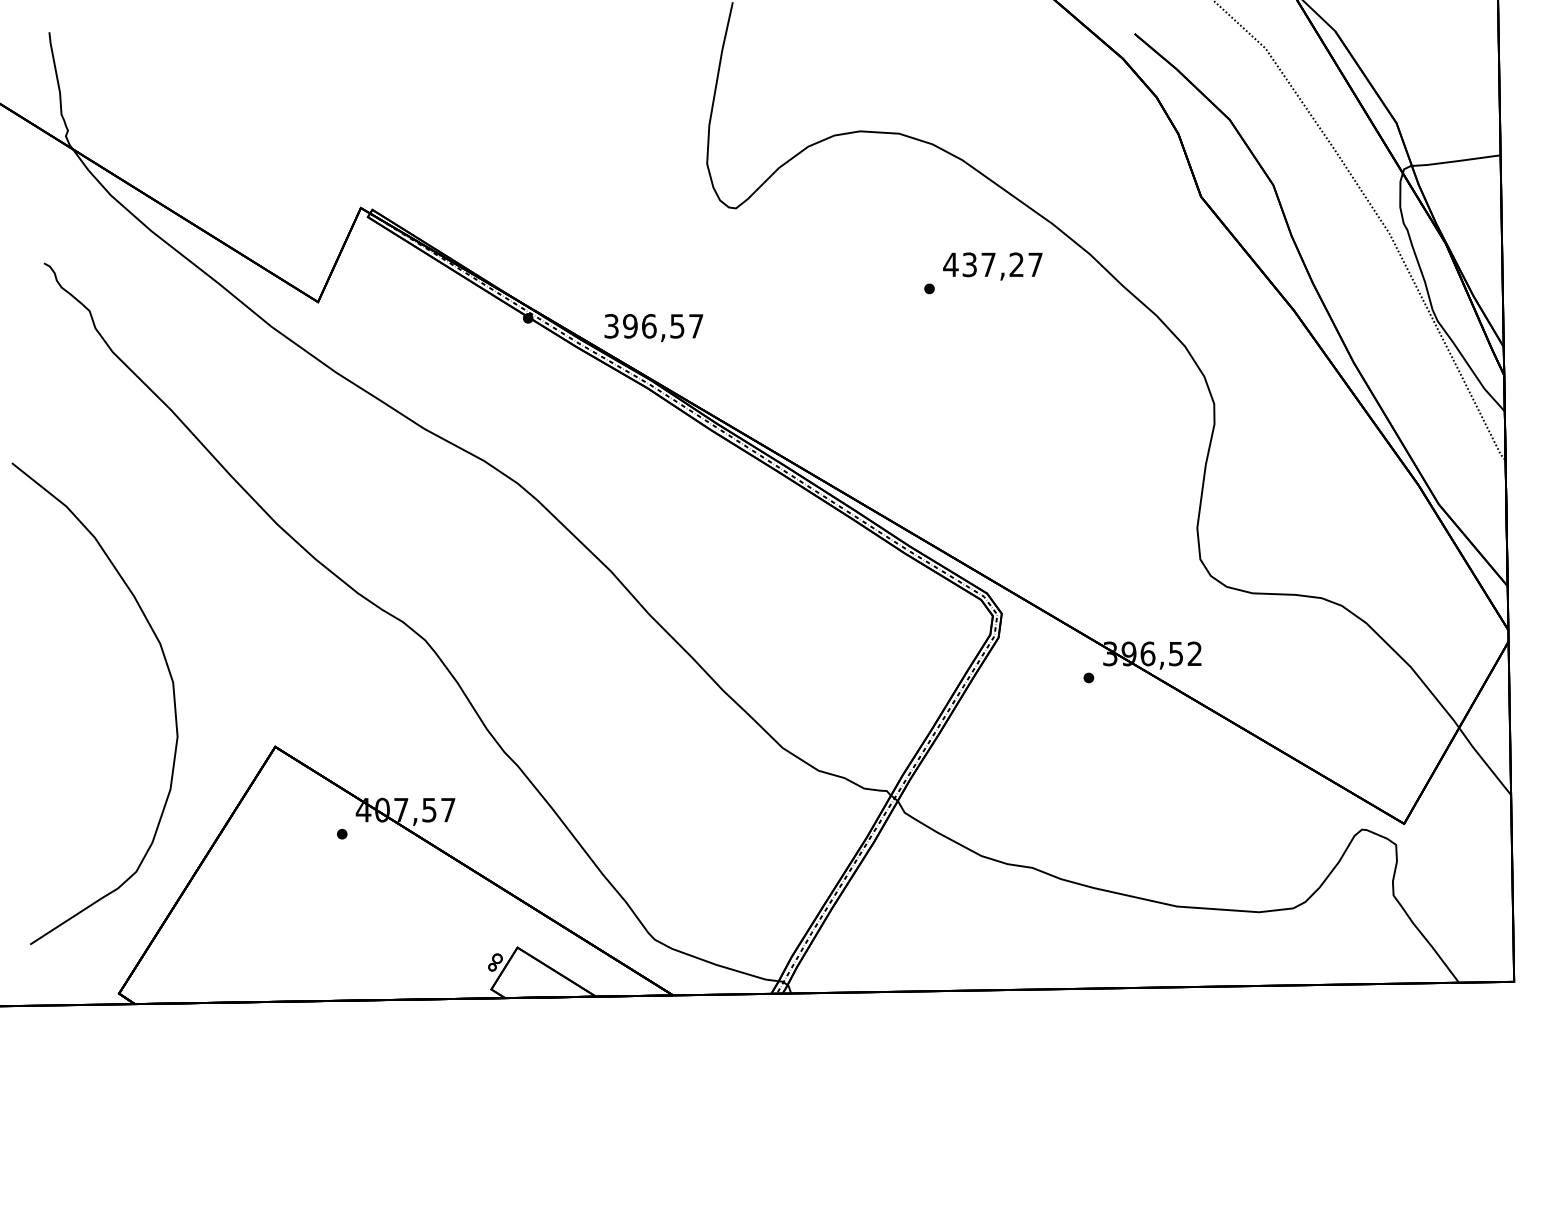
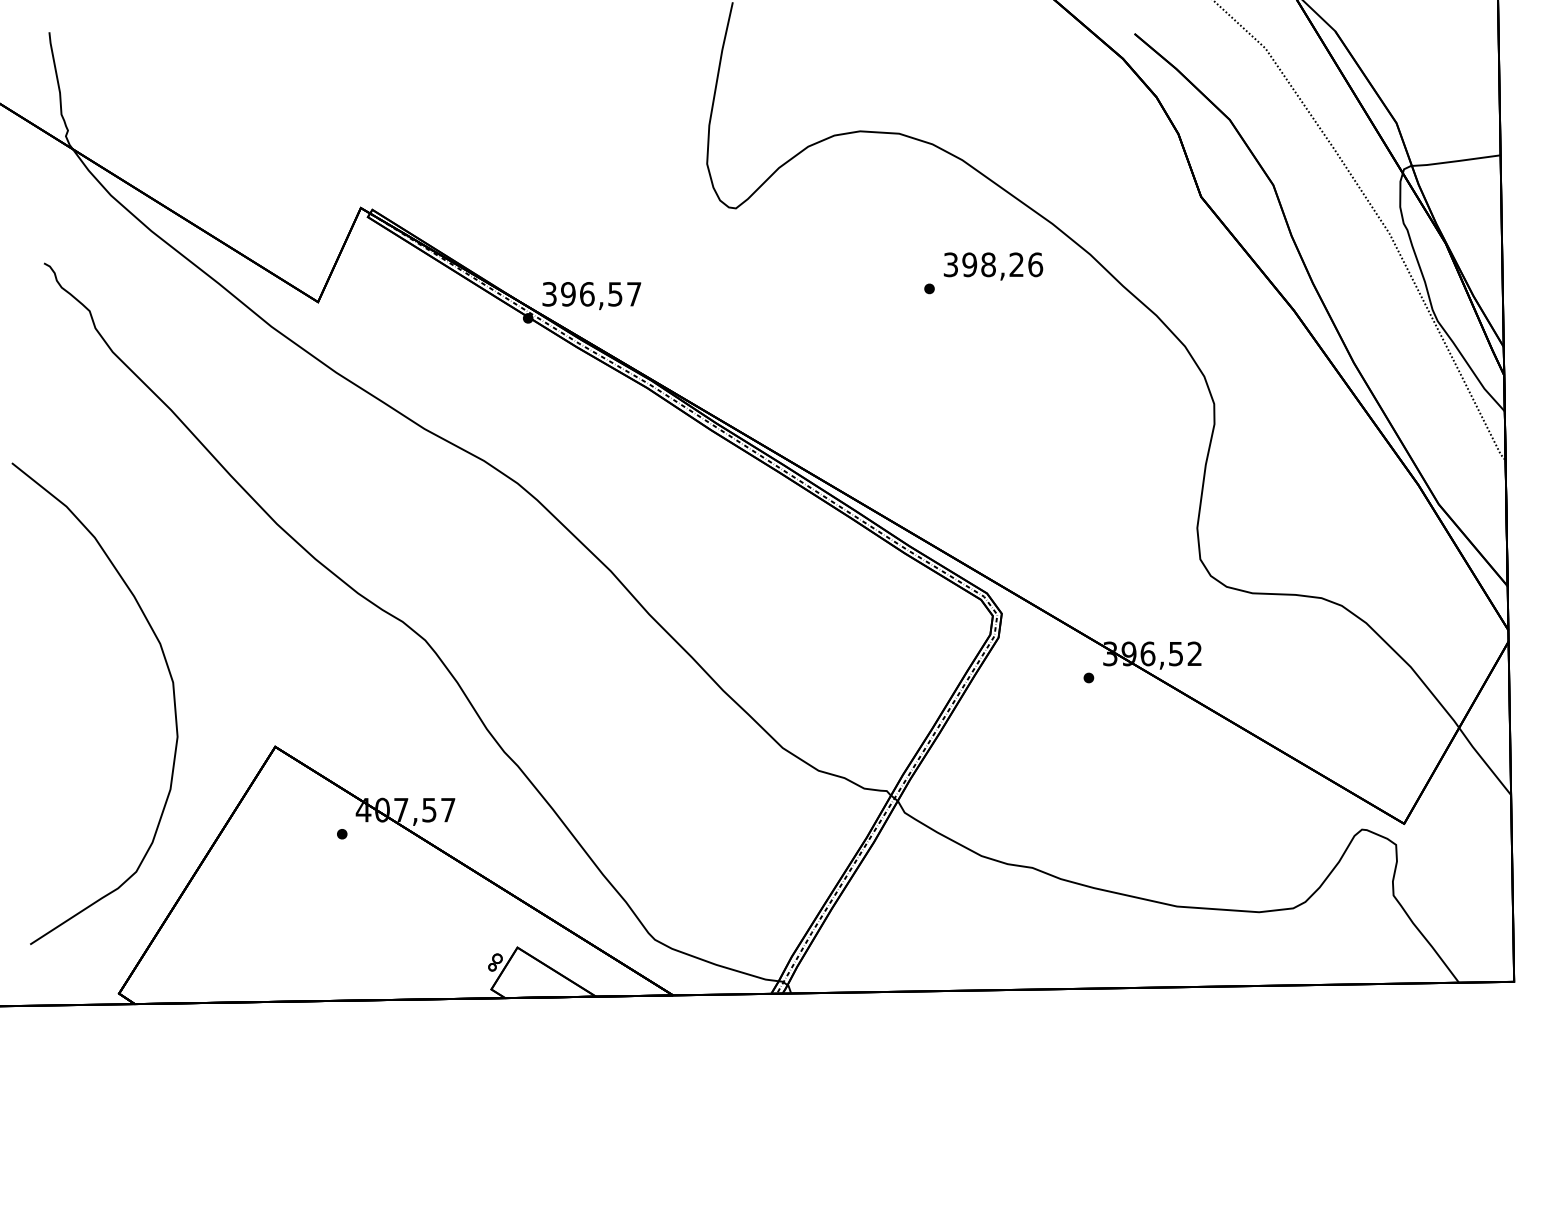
text at (993, 264): 437,27 -> 398,26
text at (653, 327) position: (653, 327) -> (591, 295)
